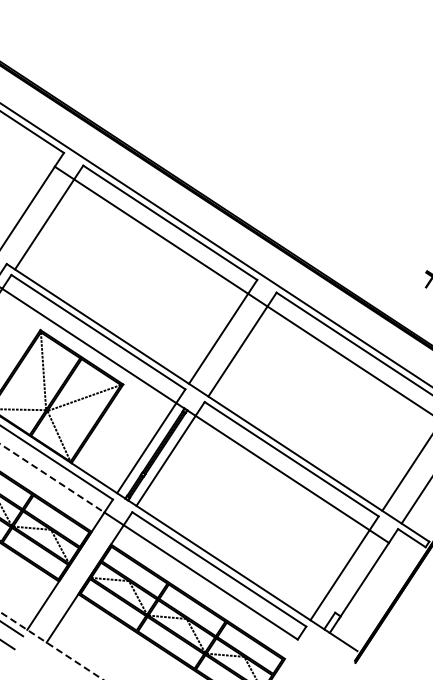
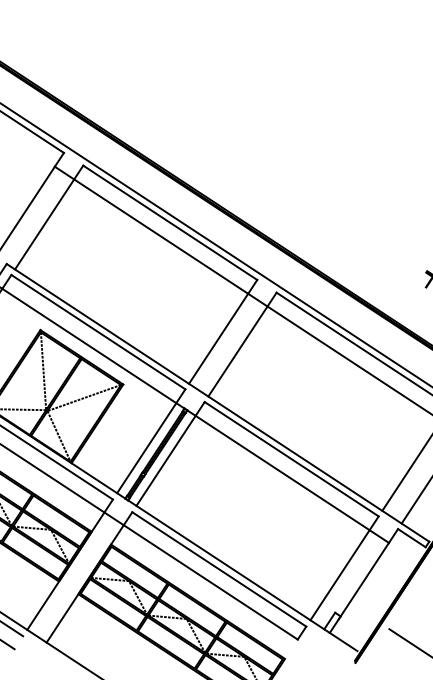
line at (52, 478): dashed -> solid
line at (409, 642): none -> present
line at (52, 646): dashed -> solid
